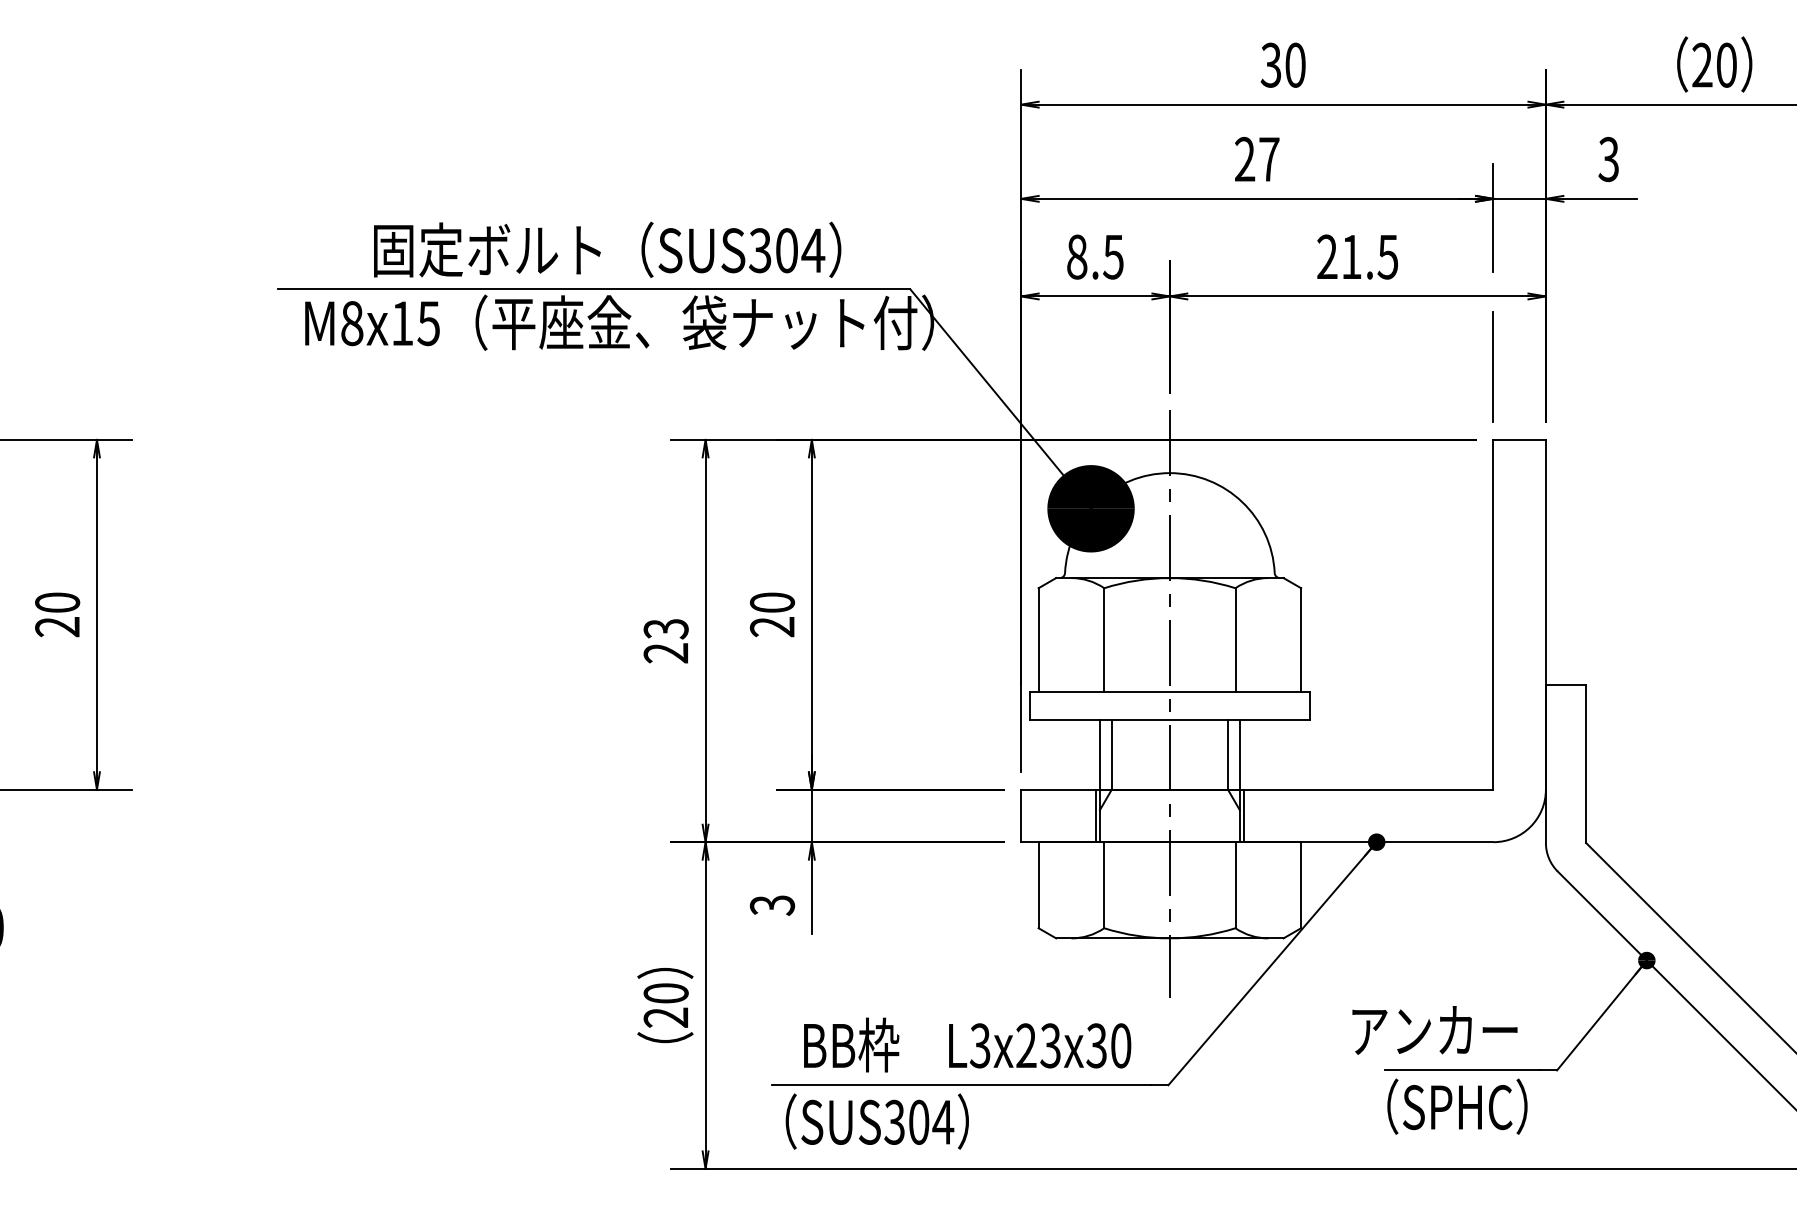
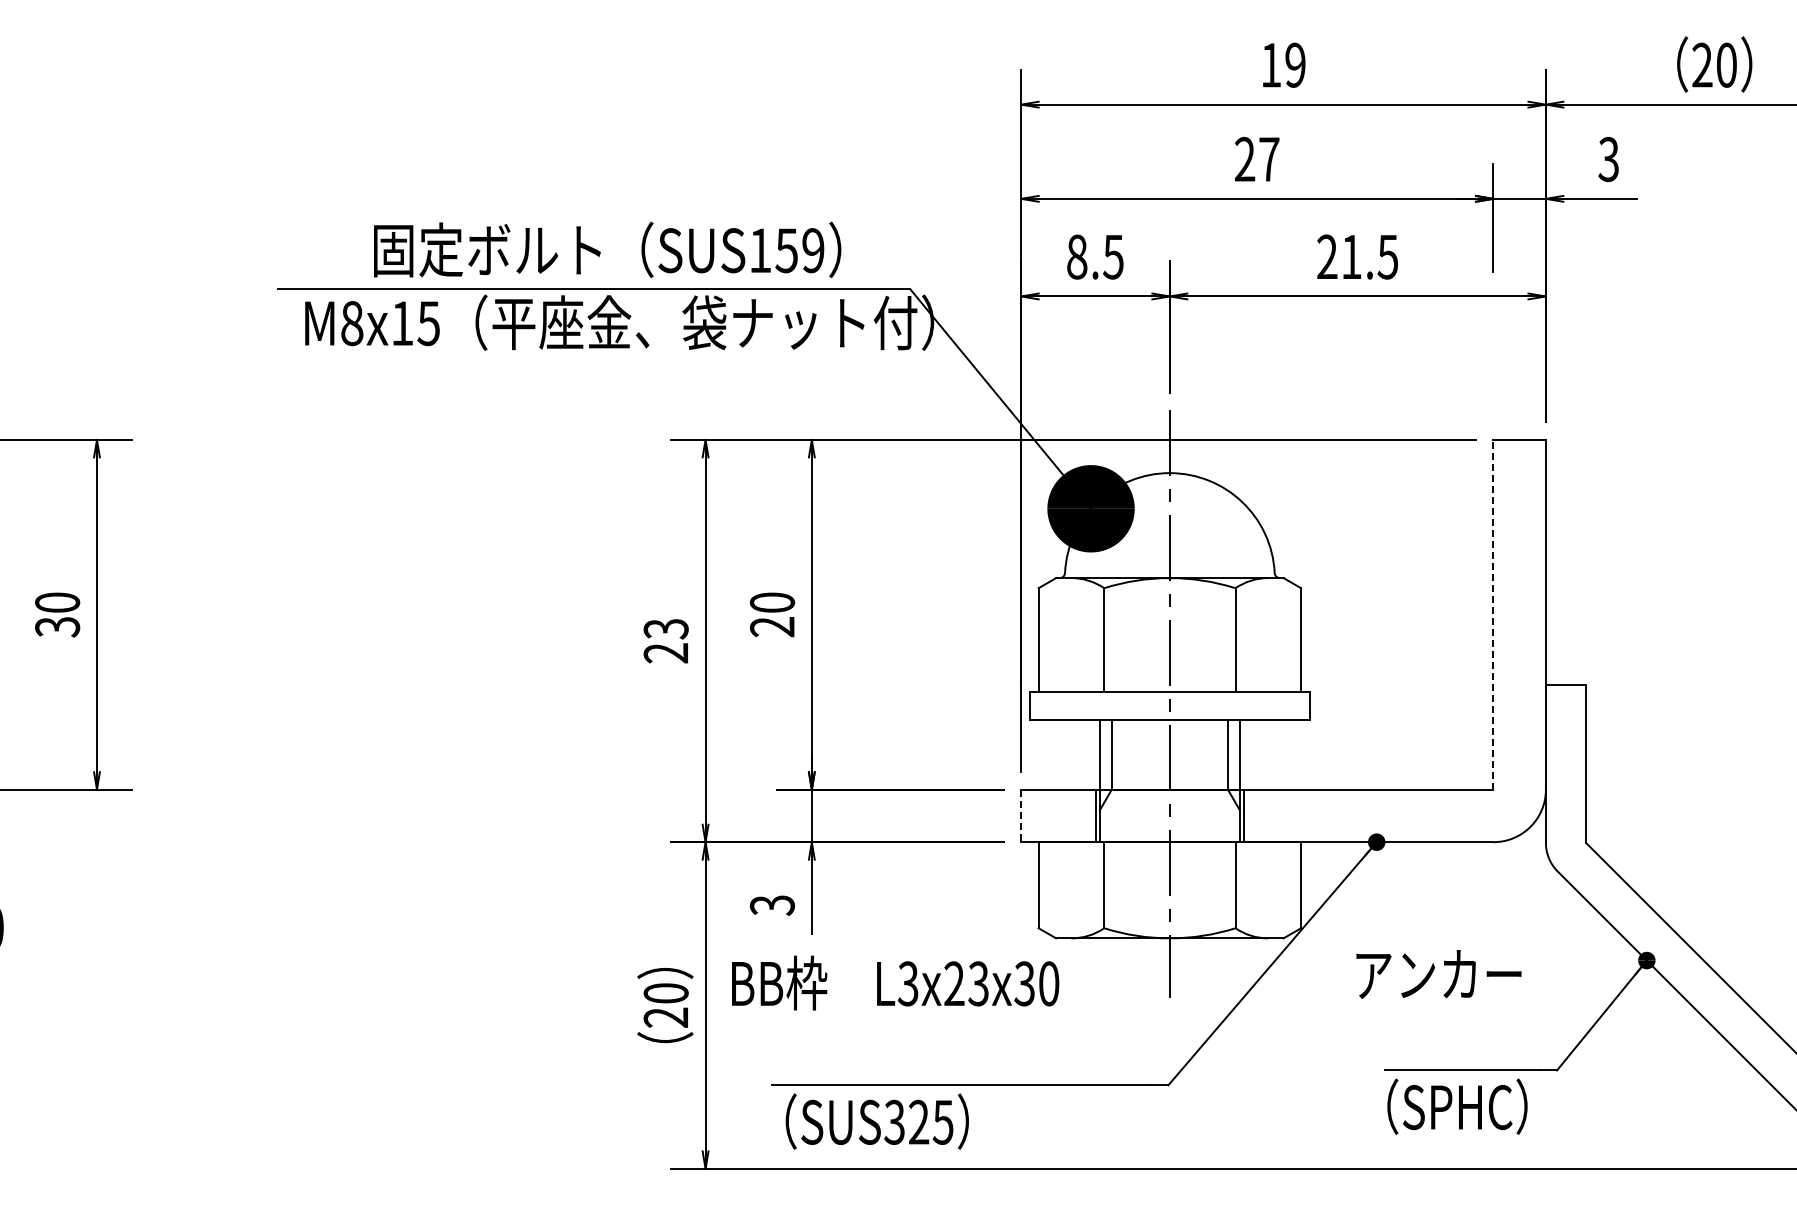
text at (1282, 64): 30 -> 19
text at (787, 250): SUS304 -> SUS159
line at (1493, 367): present -> none
line at (1493, 614): solid -> dashed
text at (57, 627): 20 -> 30
line at (1021, 816): solid -> dashed
text at (1434, 1030) position: (1434, 1030) -> (1438, 974)
text at (967, 1044) position: (967, 1044) -> (895, 982)
text at (931, 1121): SUS304 -> SUS325
